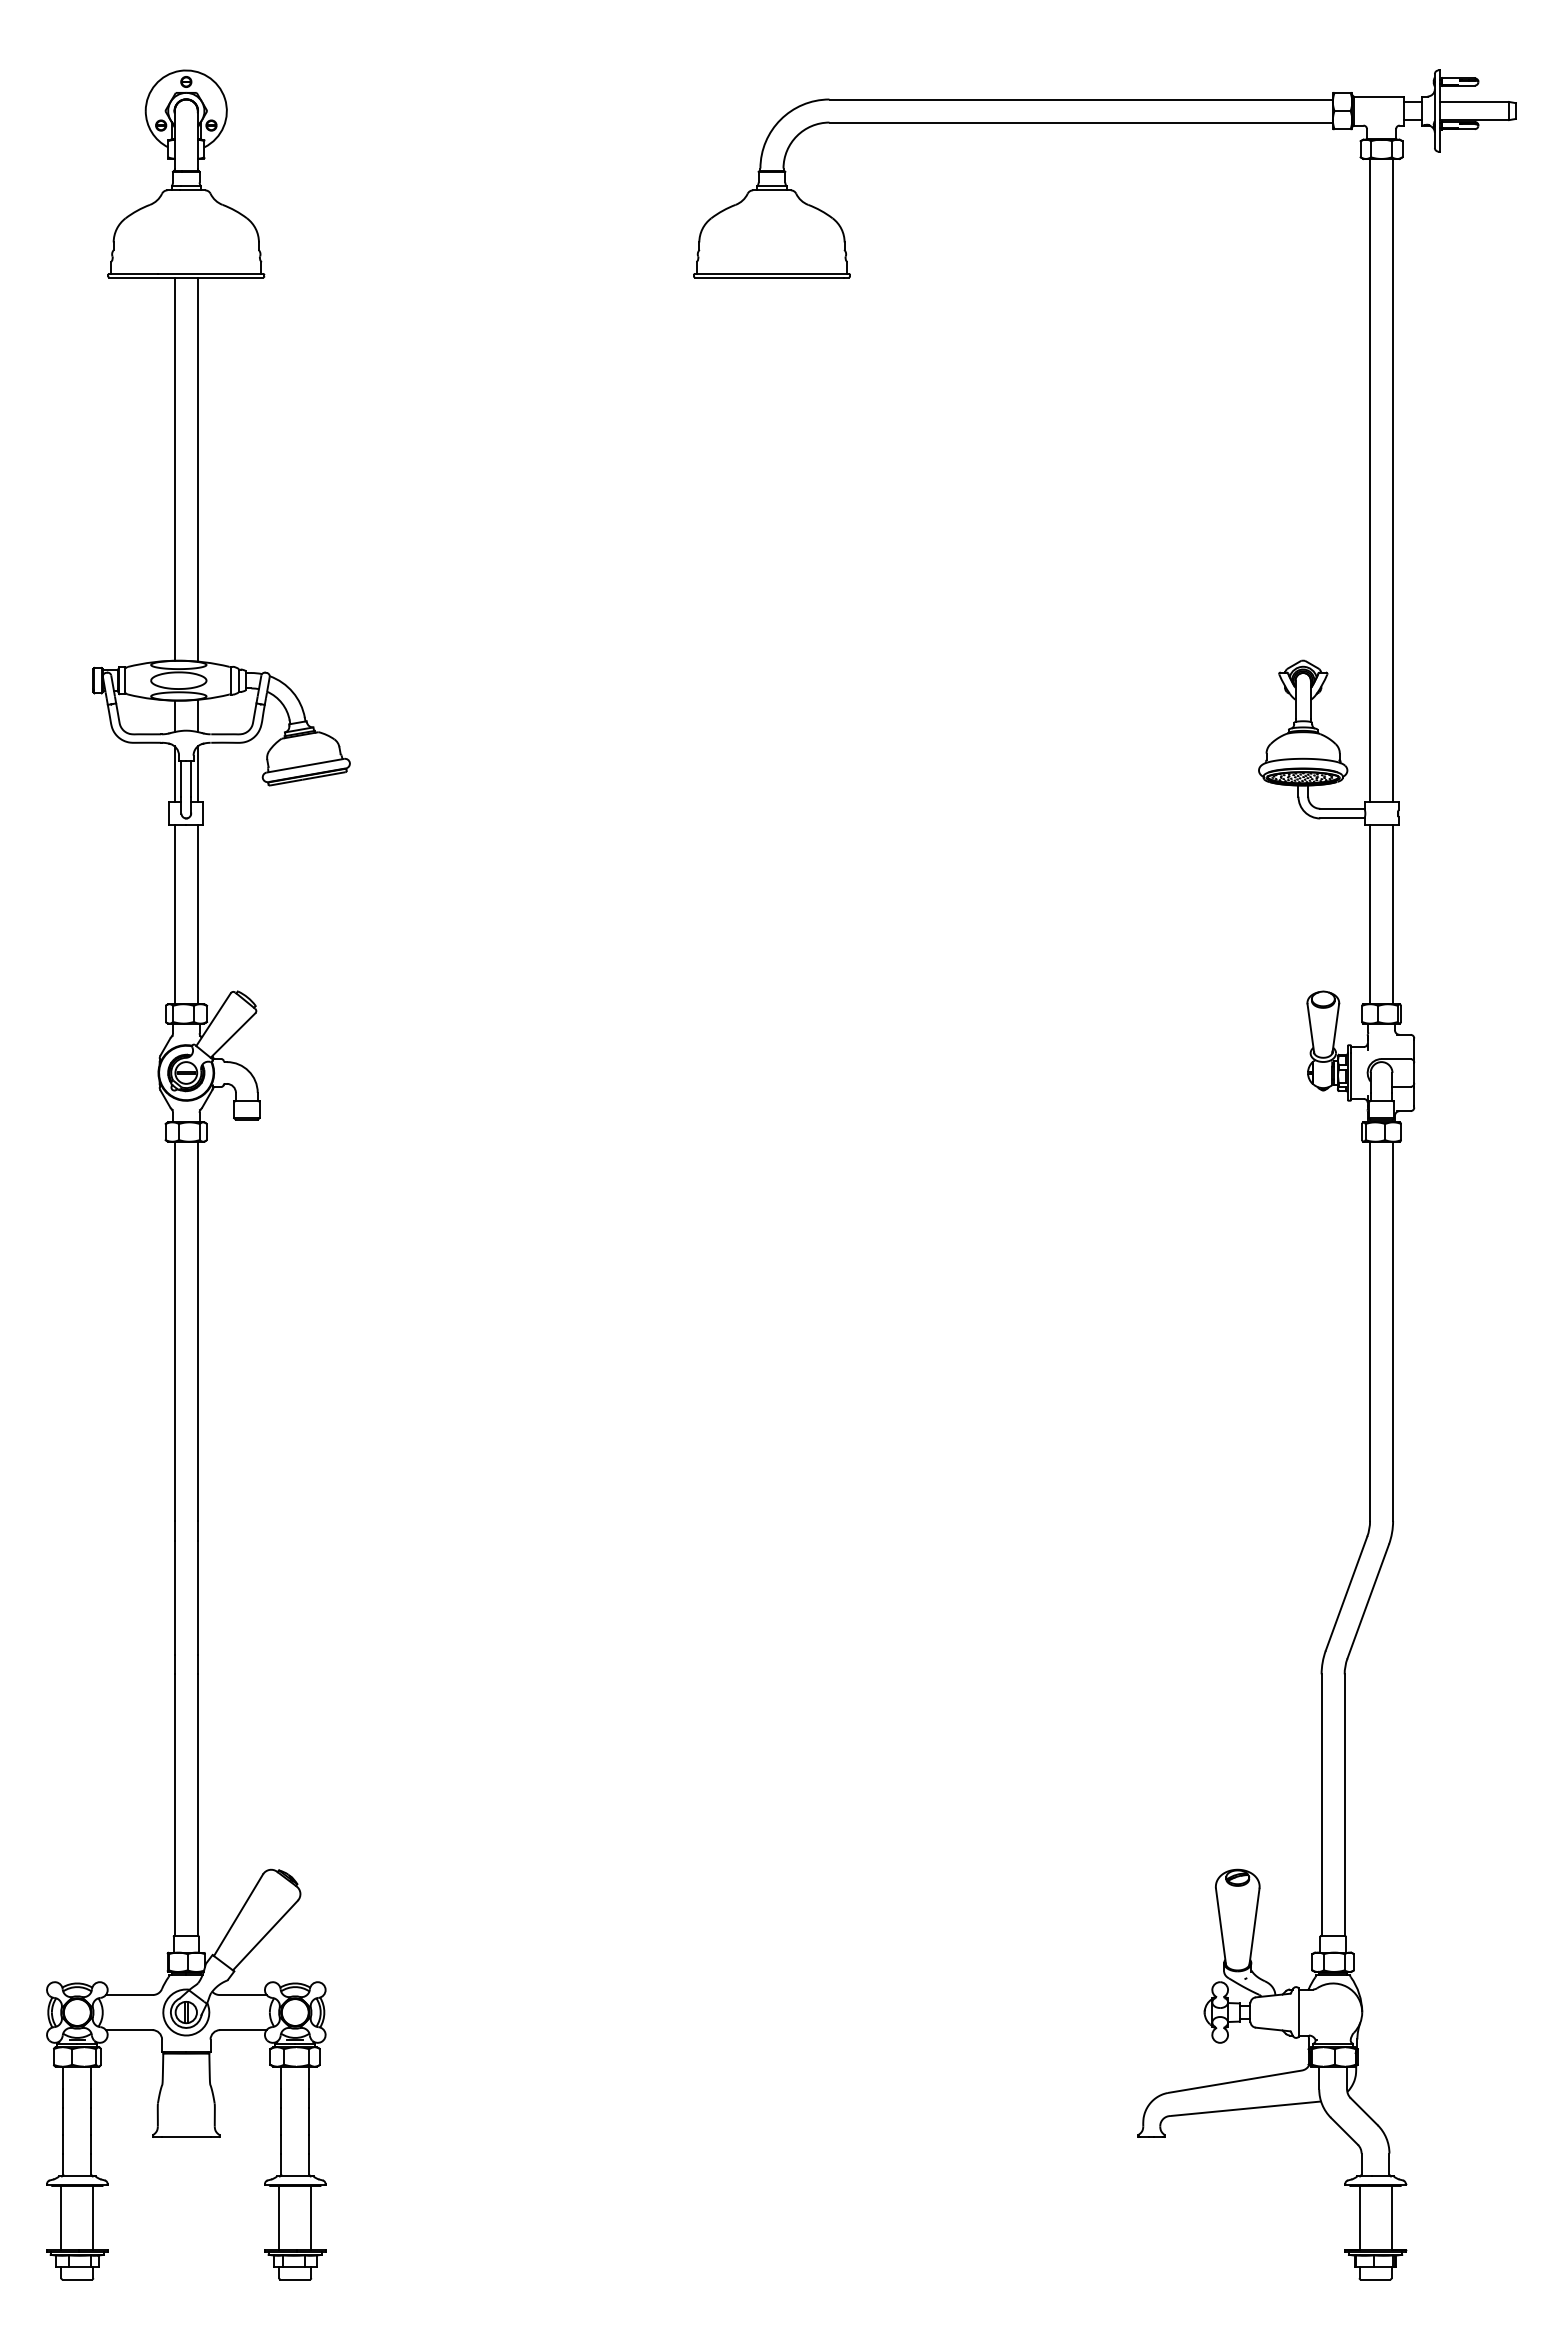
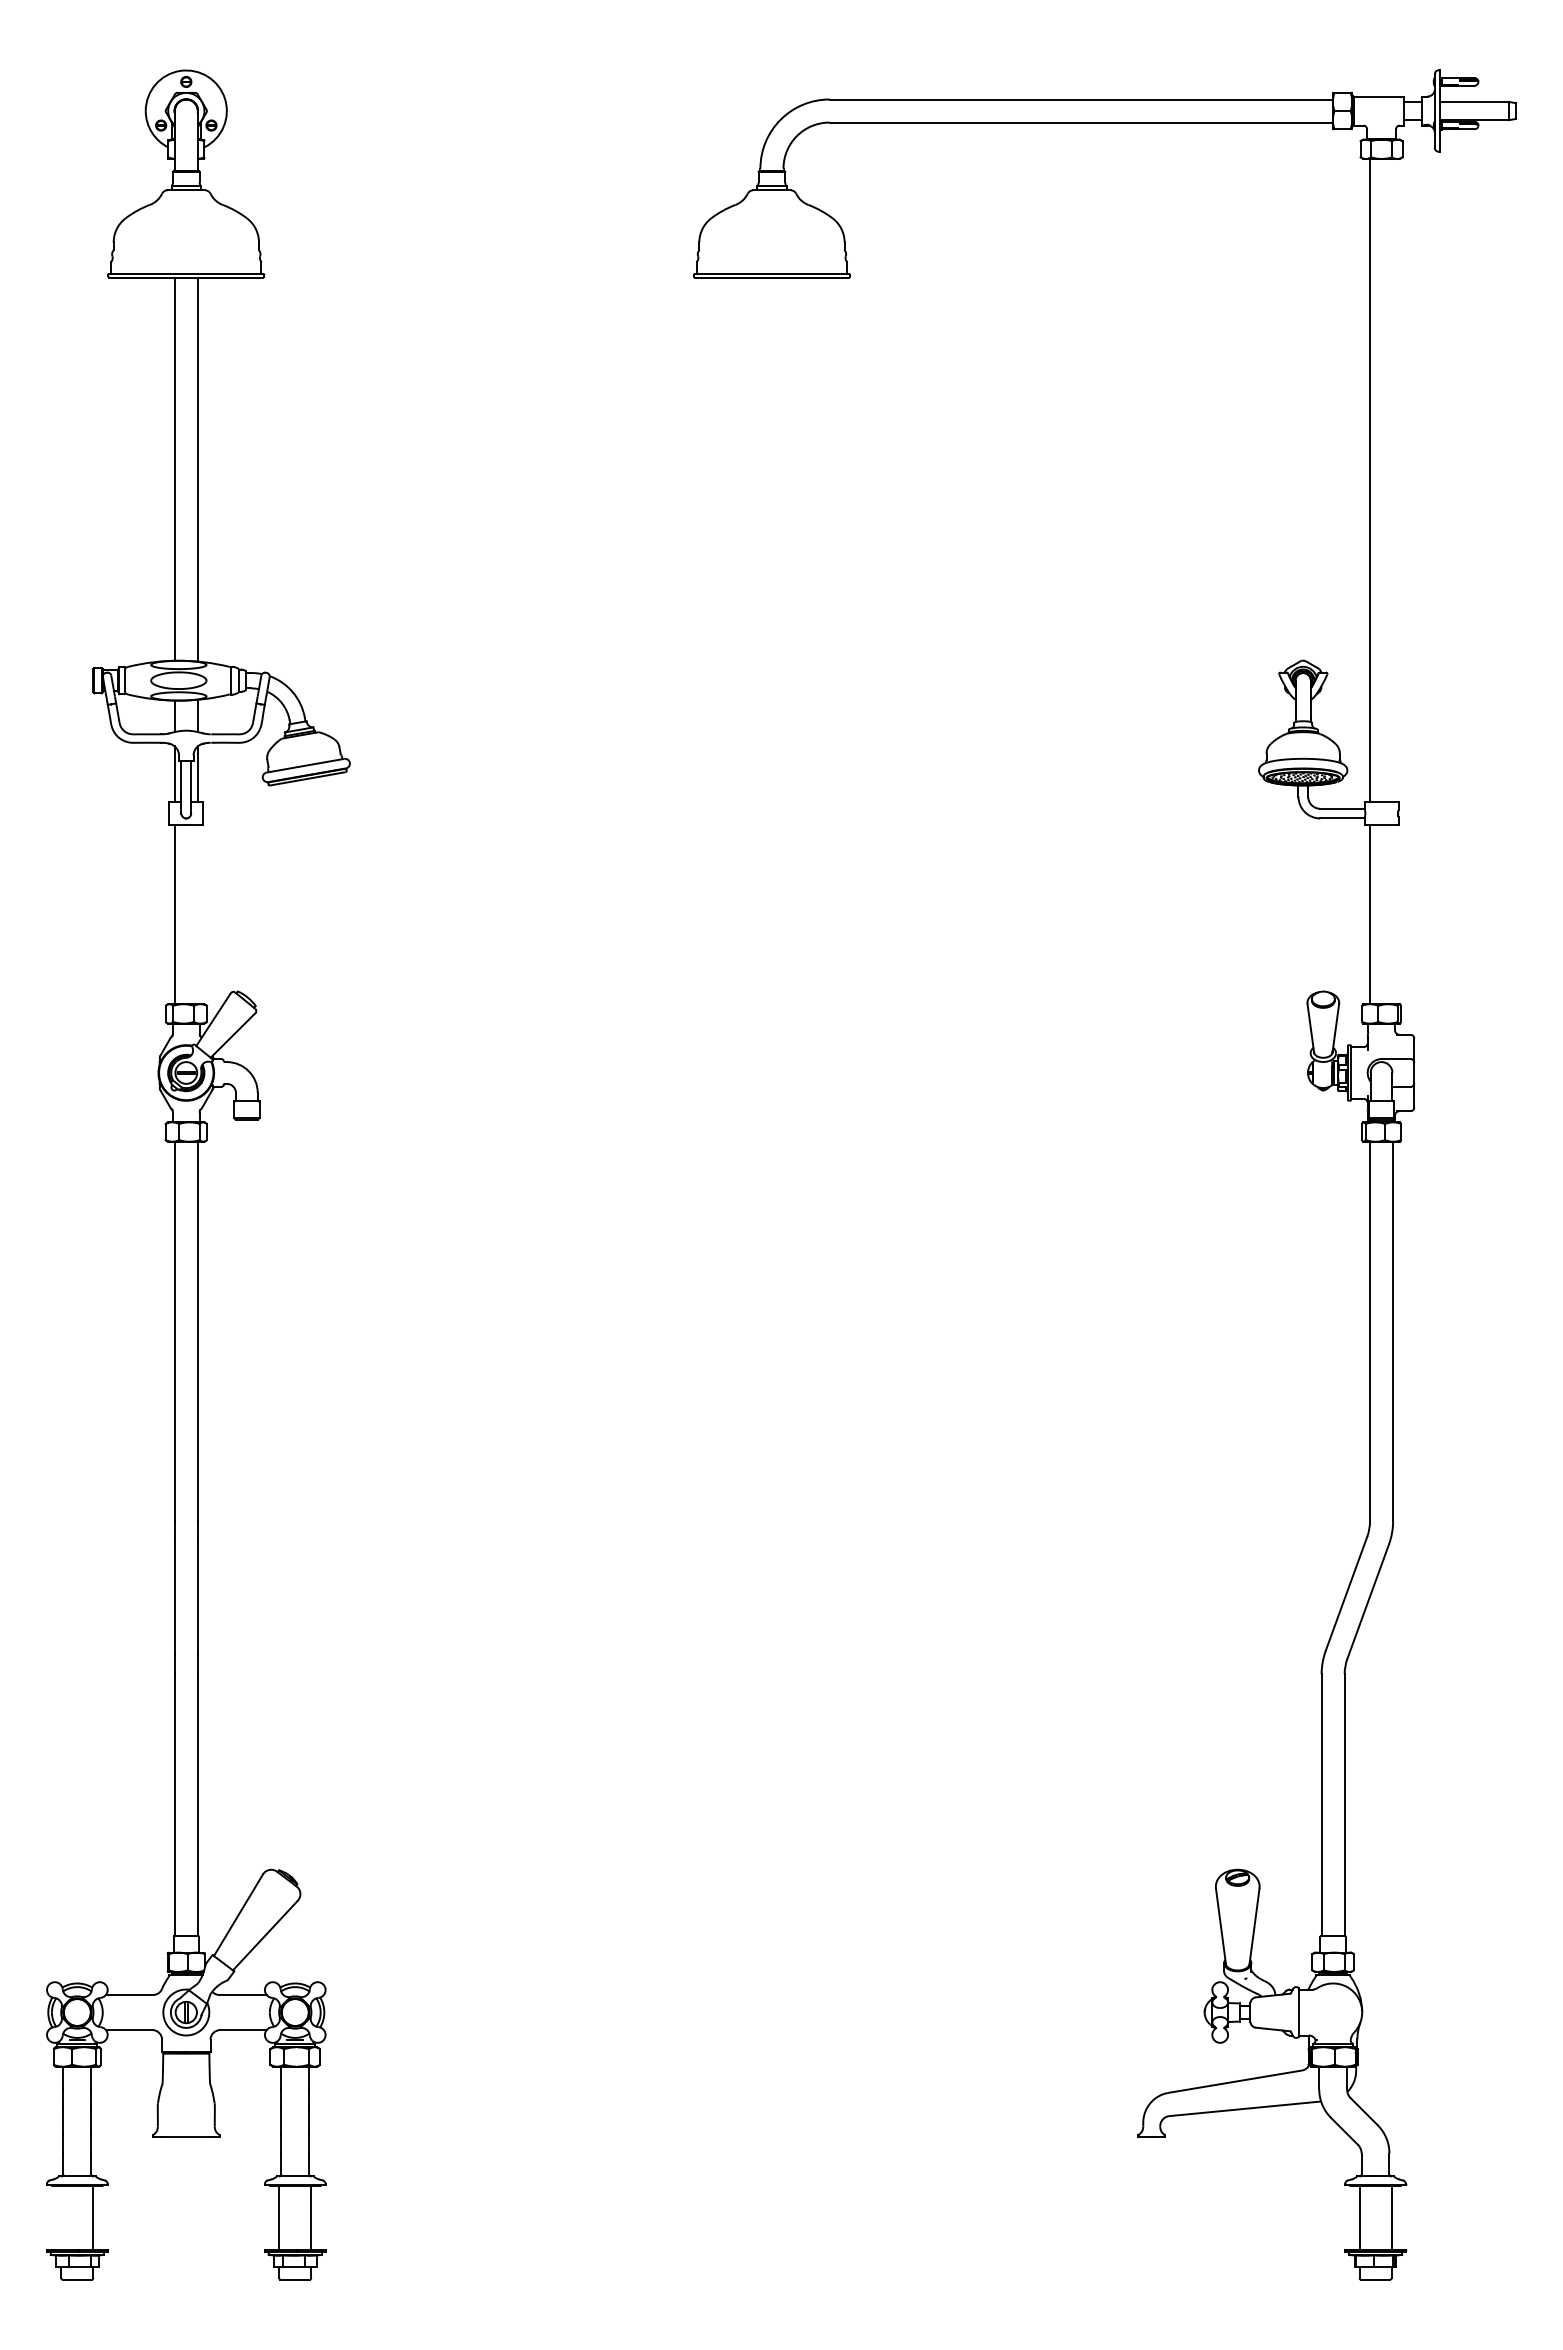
line at (1393, 480): present -> none
line at (197, 914): present -> none
line at (1393, 914): present -> none
line at (61, 2217): present -> none
